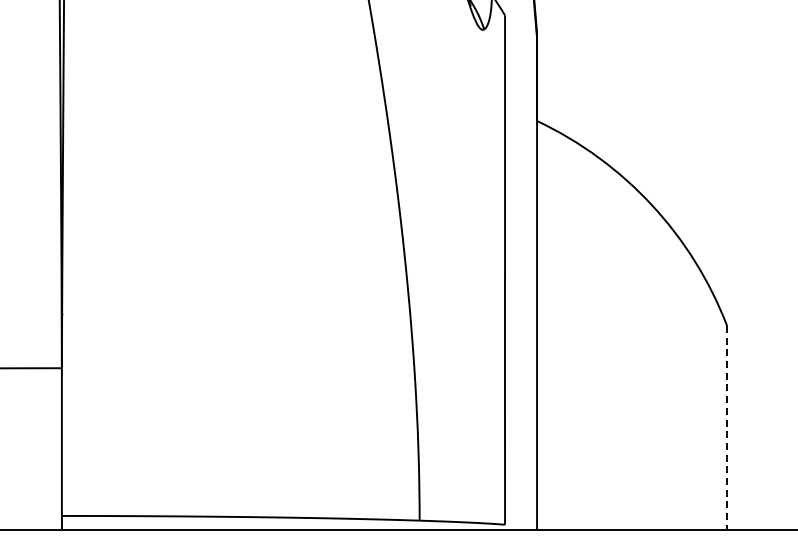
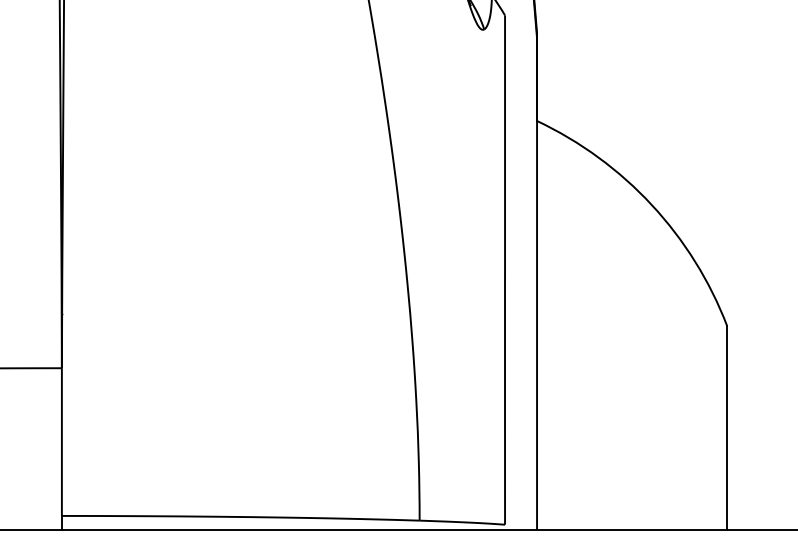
line at (727, 427): dashed -> solid
